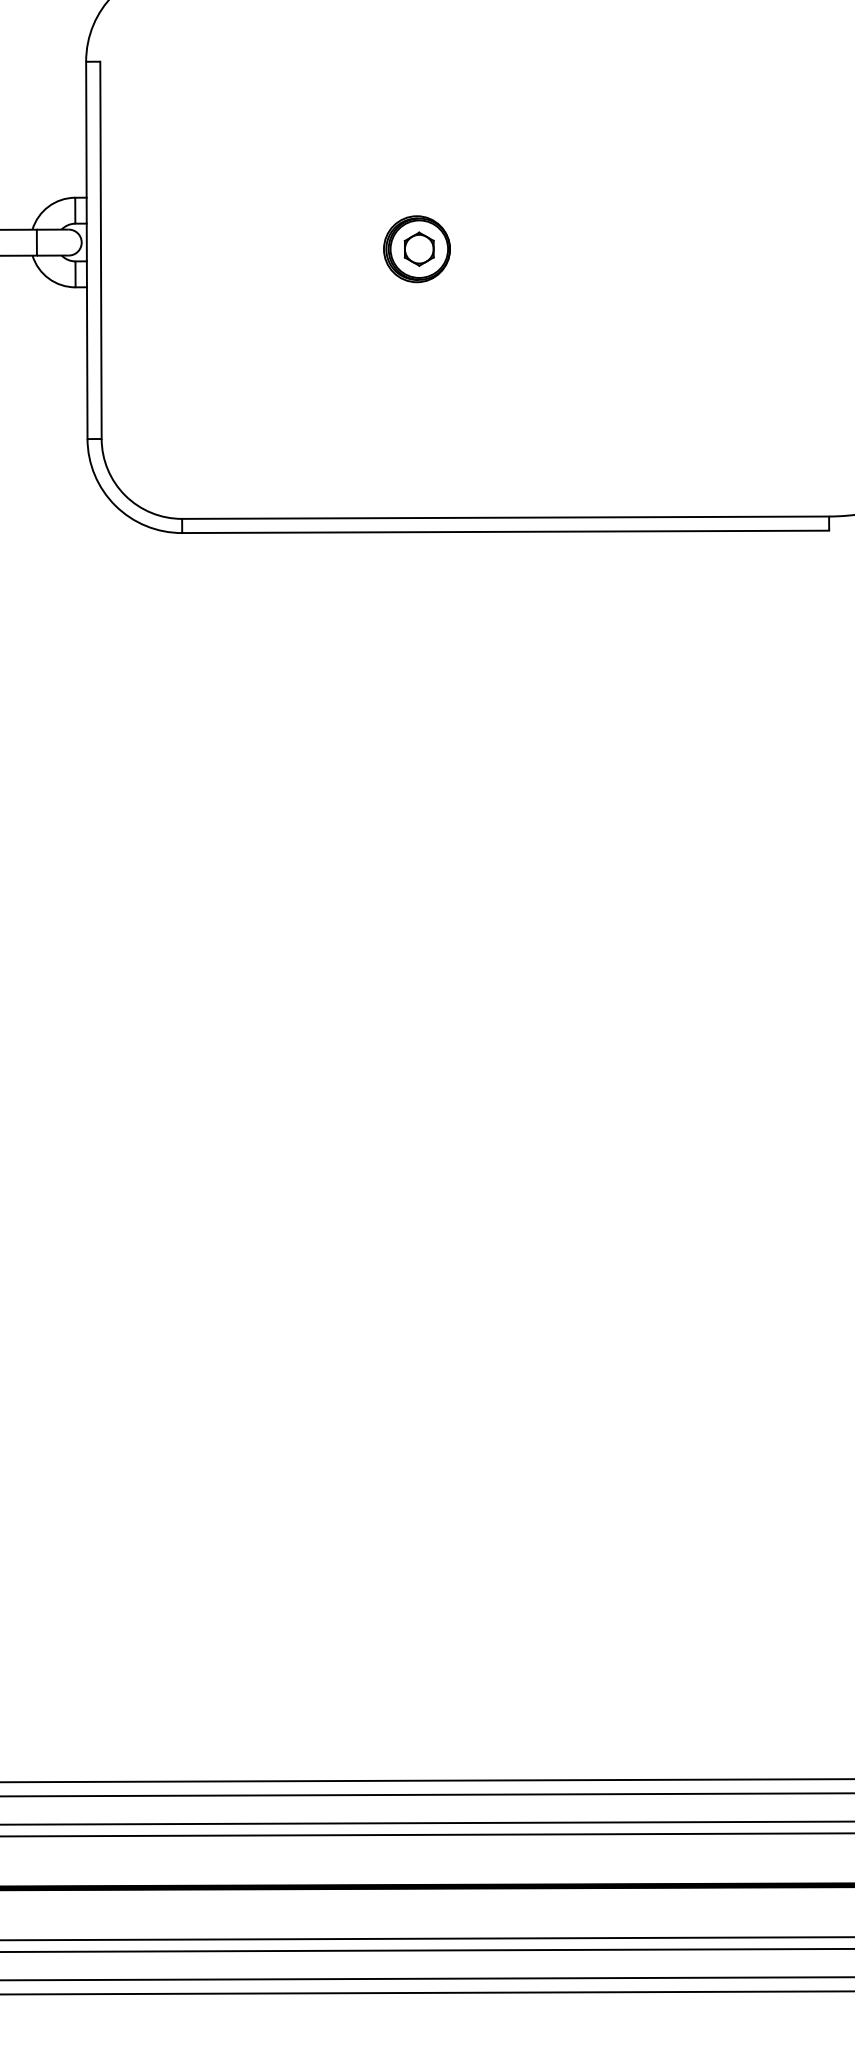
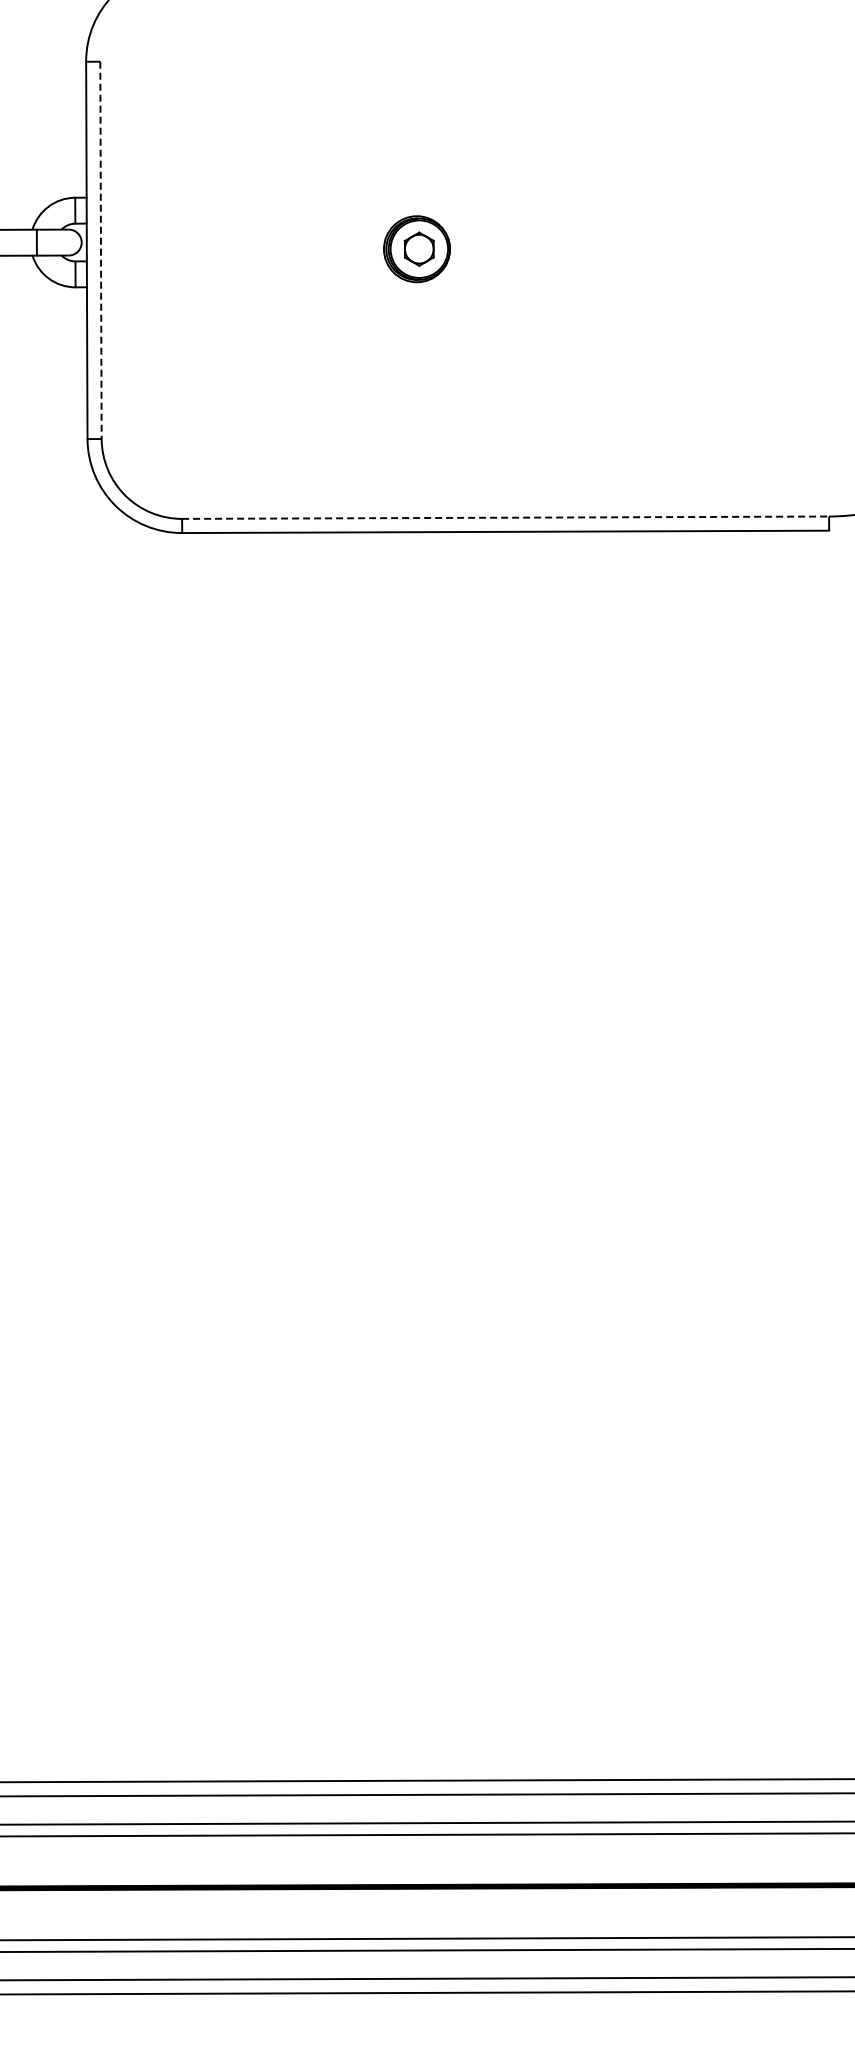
line at (100, 250): solid -> dashed
line at (506, 517): solid -> dashed
